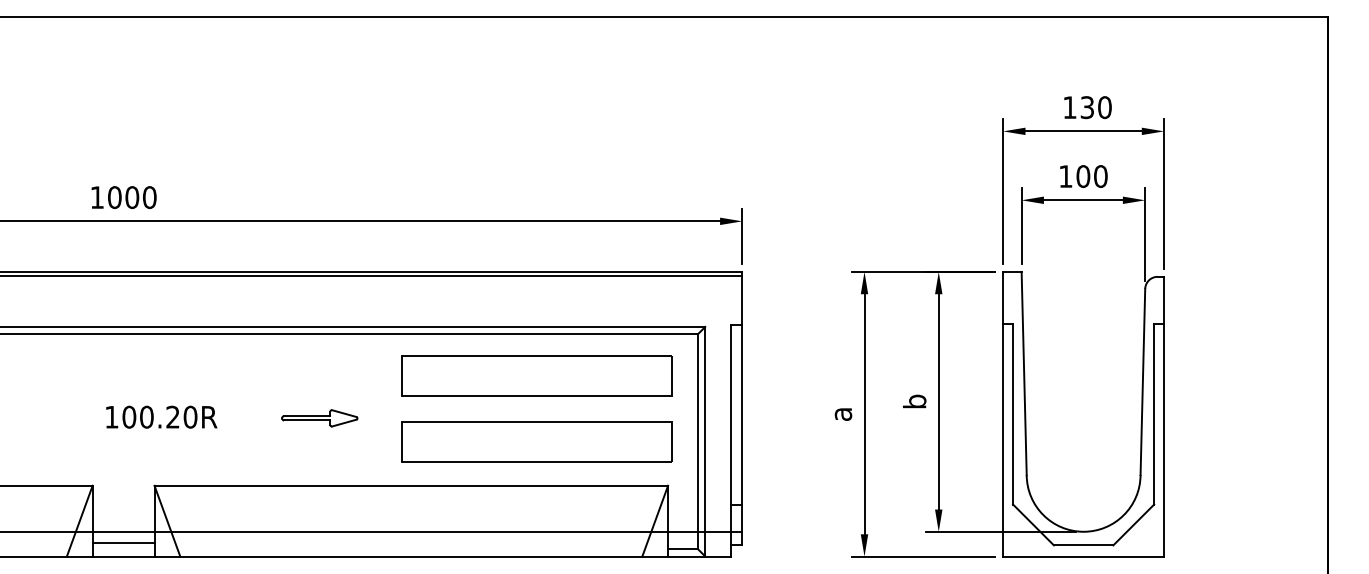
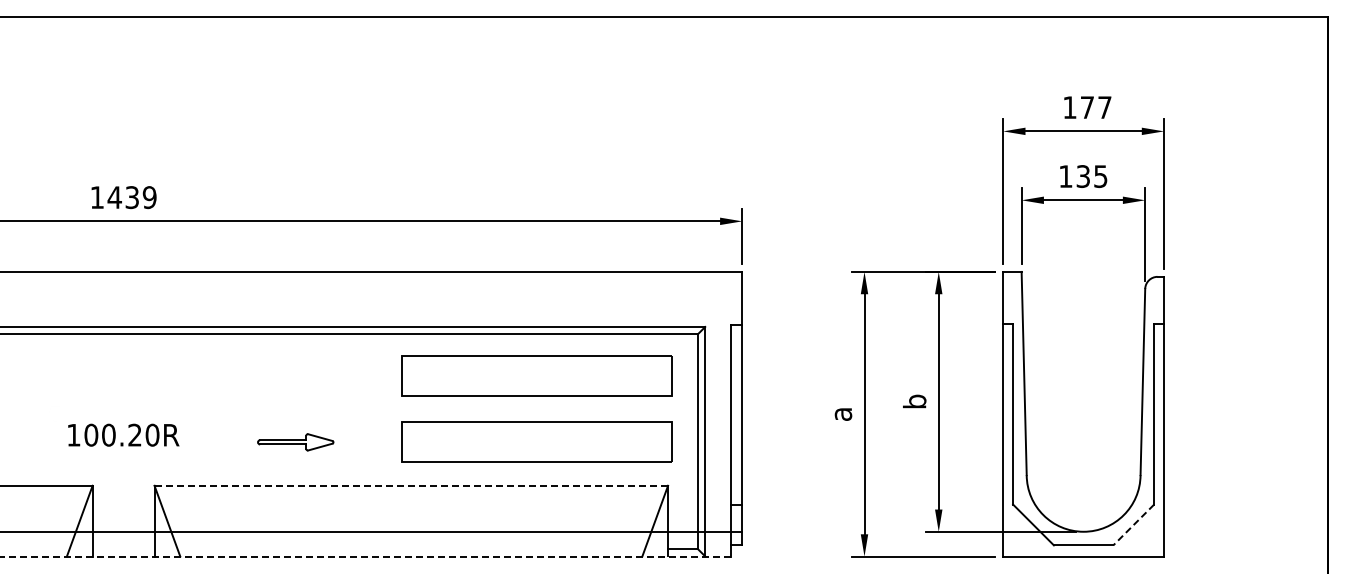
text at (1095, 107): 130 -> 177
text at (1091, 176): 100 -> 135
text at (131, 197): 1000 -> 1439
line at (372, 275): present -> none
text at (161, 416) position: (161, 416) -> (123, 434)
part at (319, 418) position: (319, 418) -> (295, 442)
line at (411, 485): solid -> dashed
line at (1133, 524): solid -> dashed
line at (123, 542): present -> none
line at (365, 556): solid -> dashed
